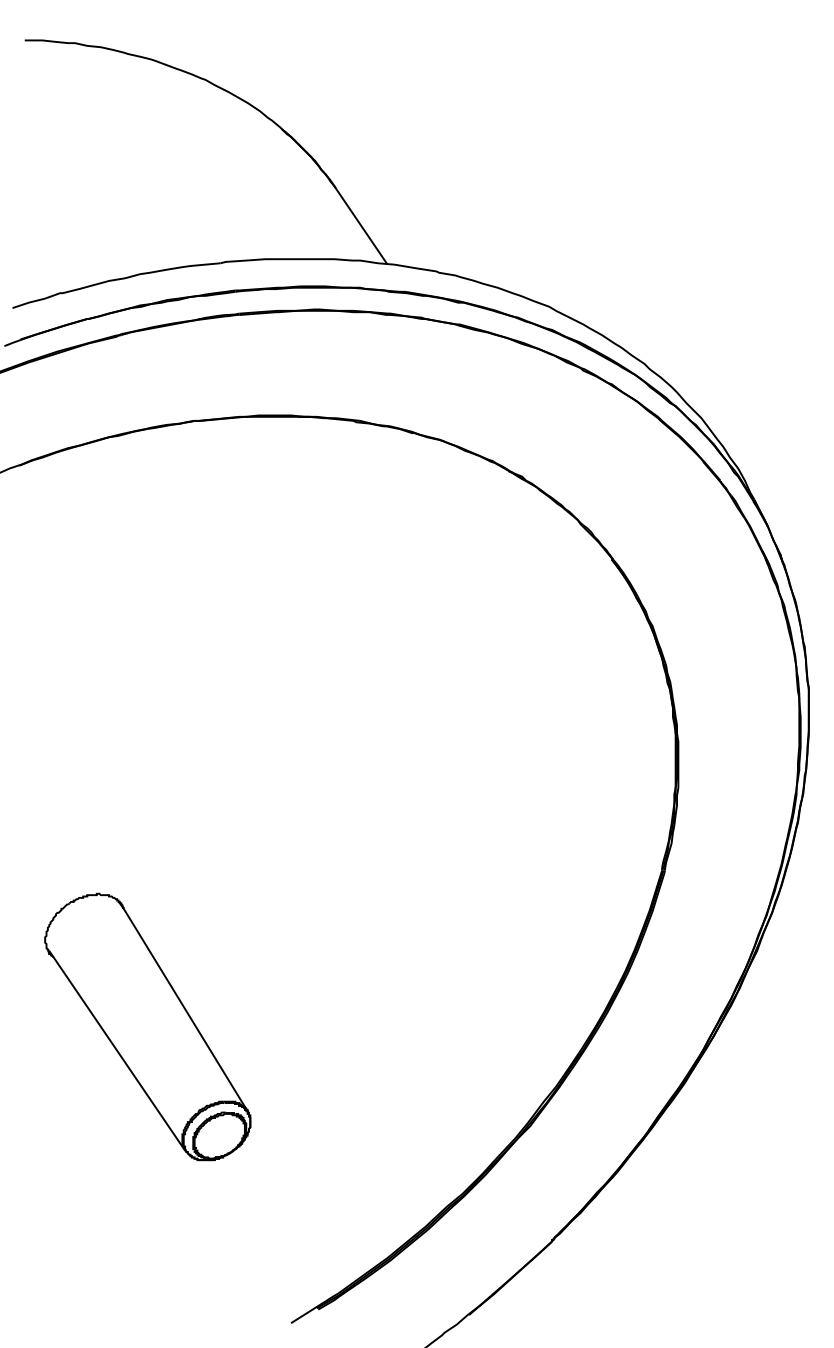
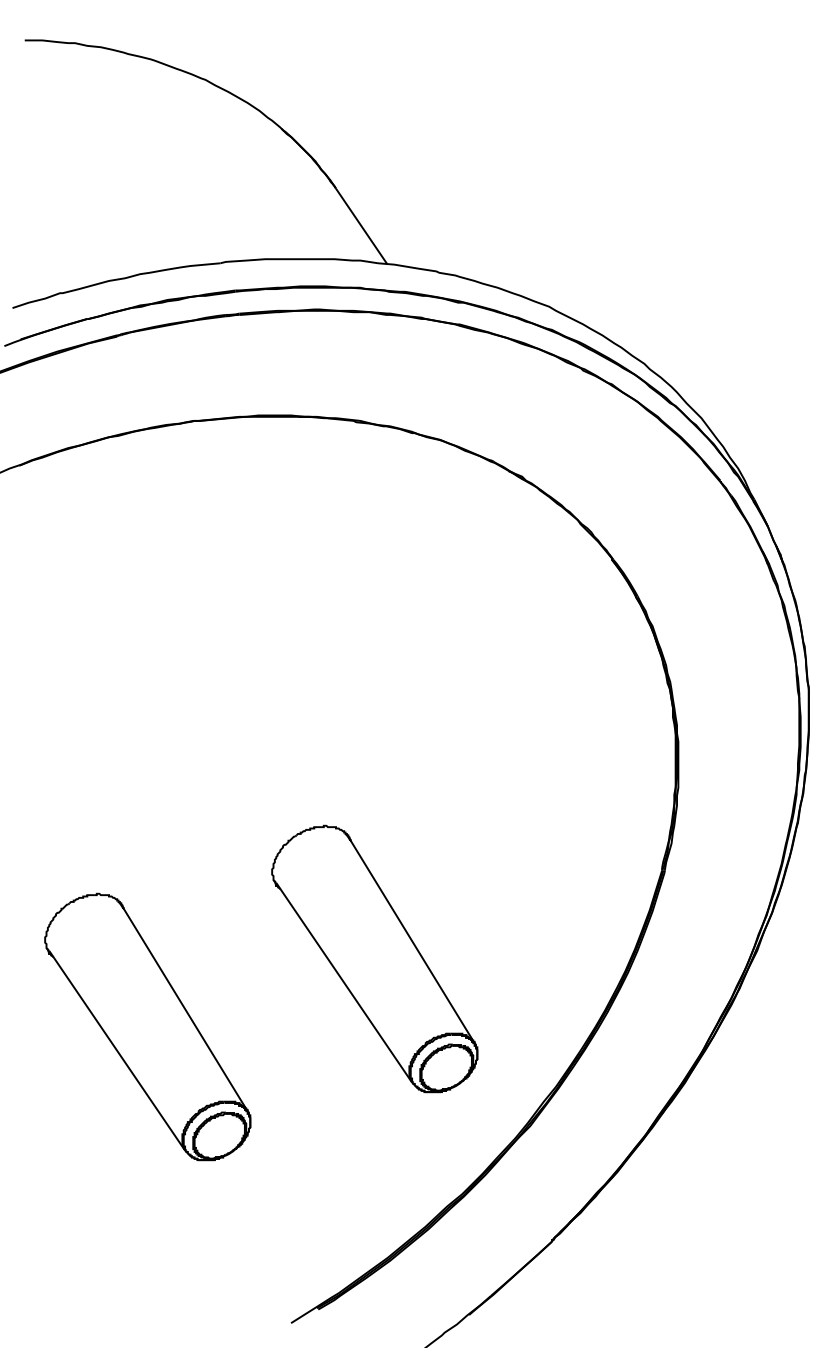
part at (374, 958): none -> present
